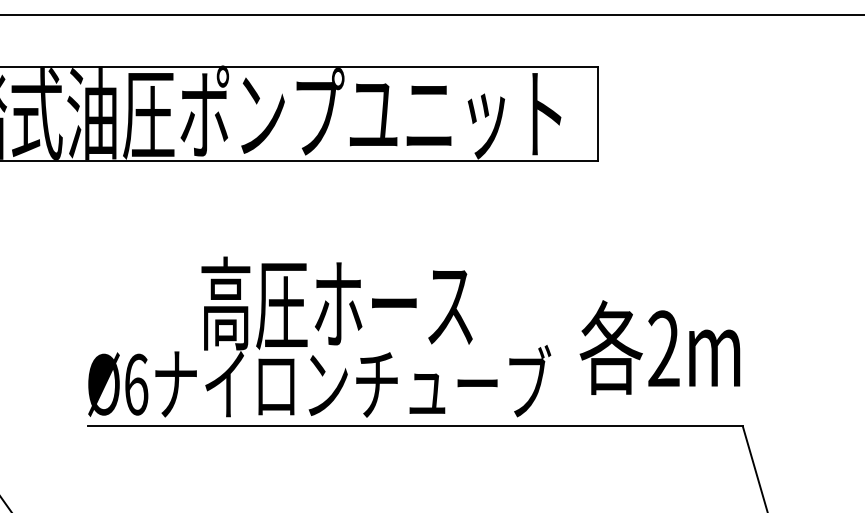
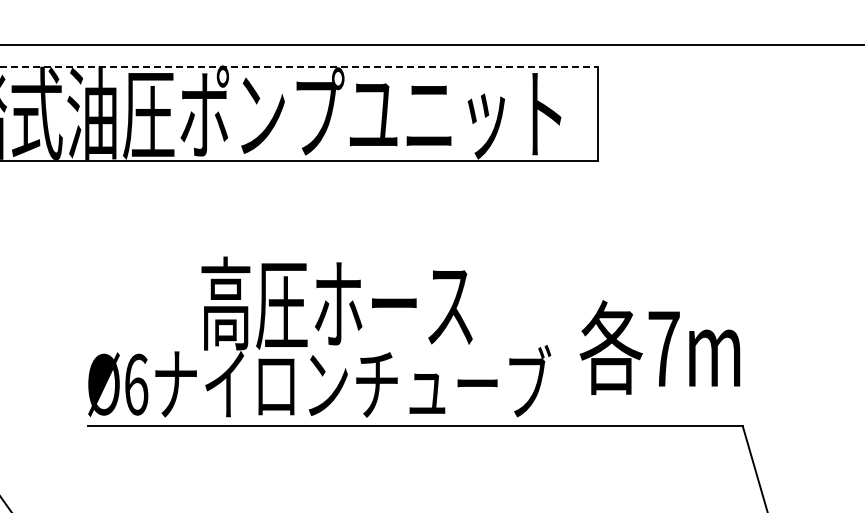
line at (431, 15) position: (431, 15) -> (431, 45)
line at (299, 67): solid -> dashed
text at (663, 348): 2m -> 7m
